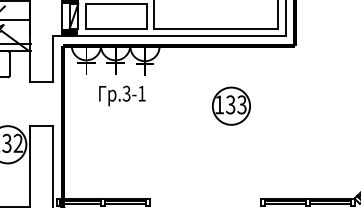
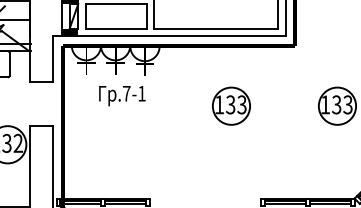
text at (126, 93): .3-1 -> .7-1
part at (337, 105): none -> present
